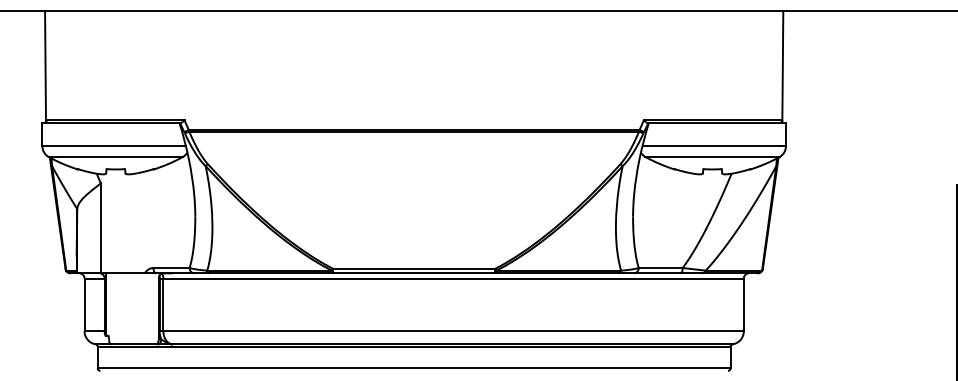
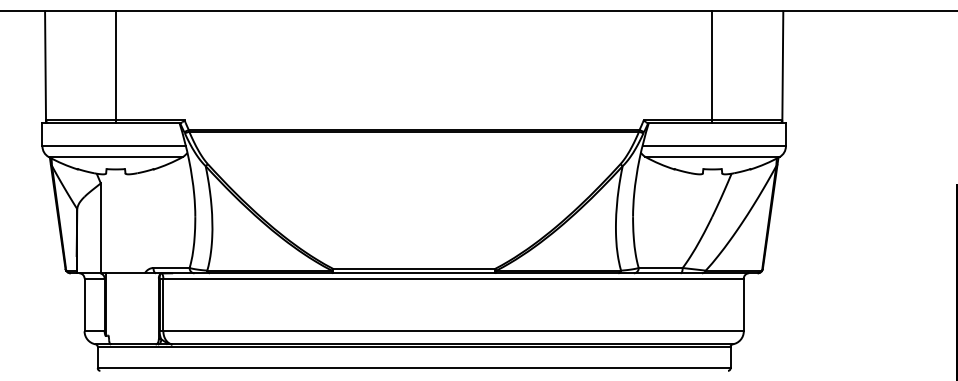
line at (116, 66): none -> present
line at (712, 66): none -> present
